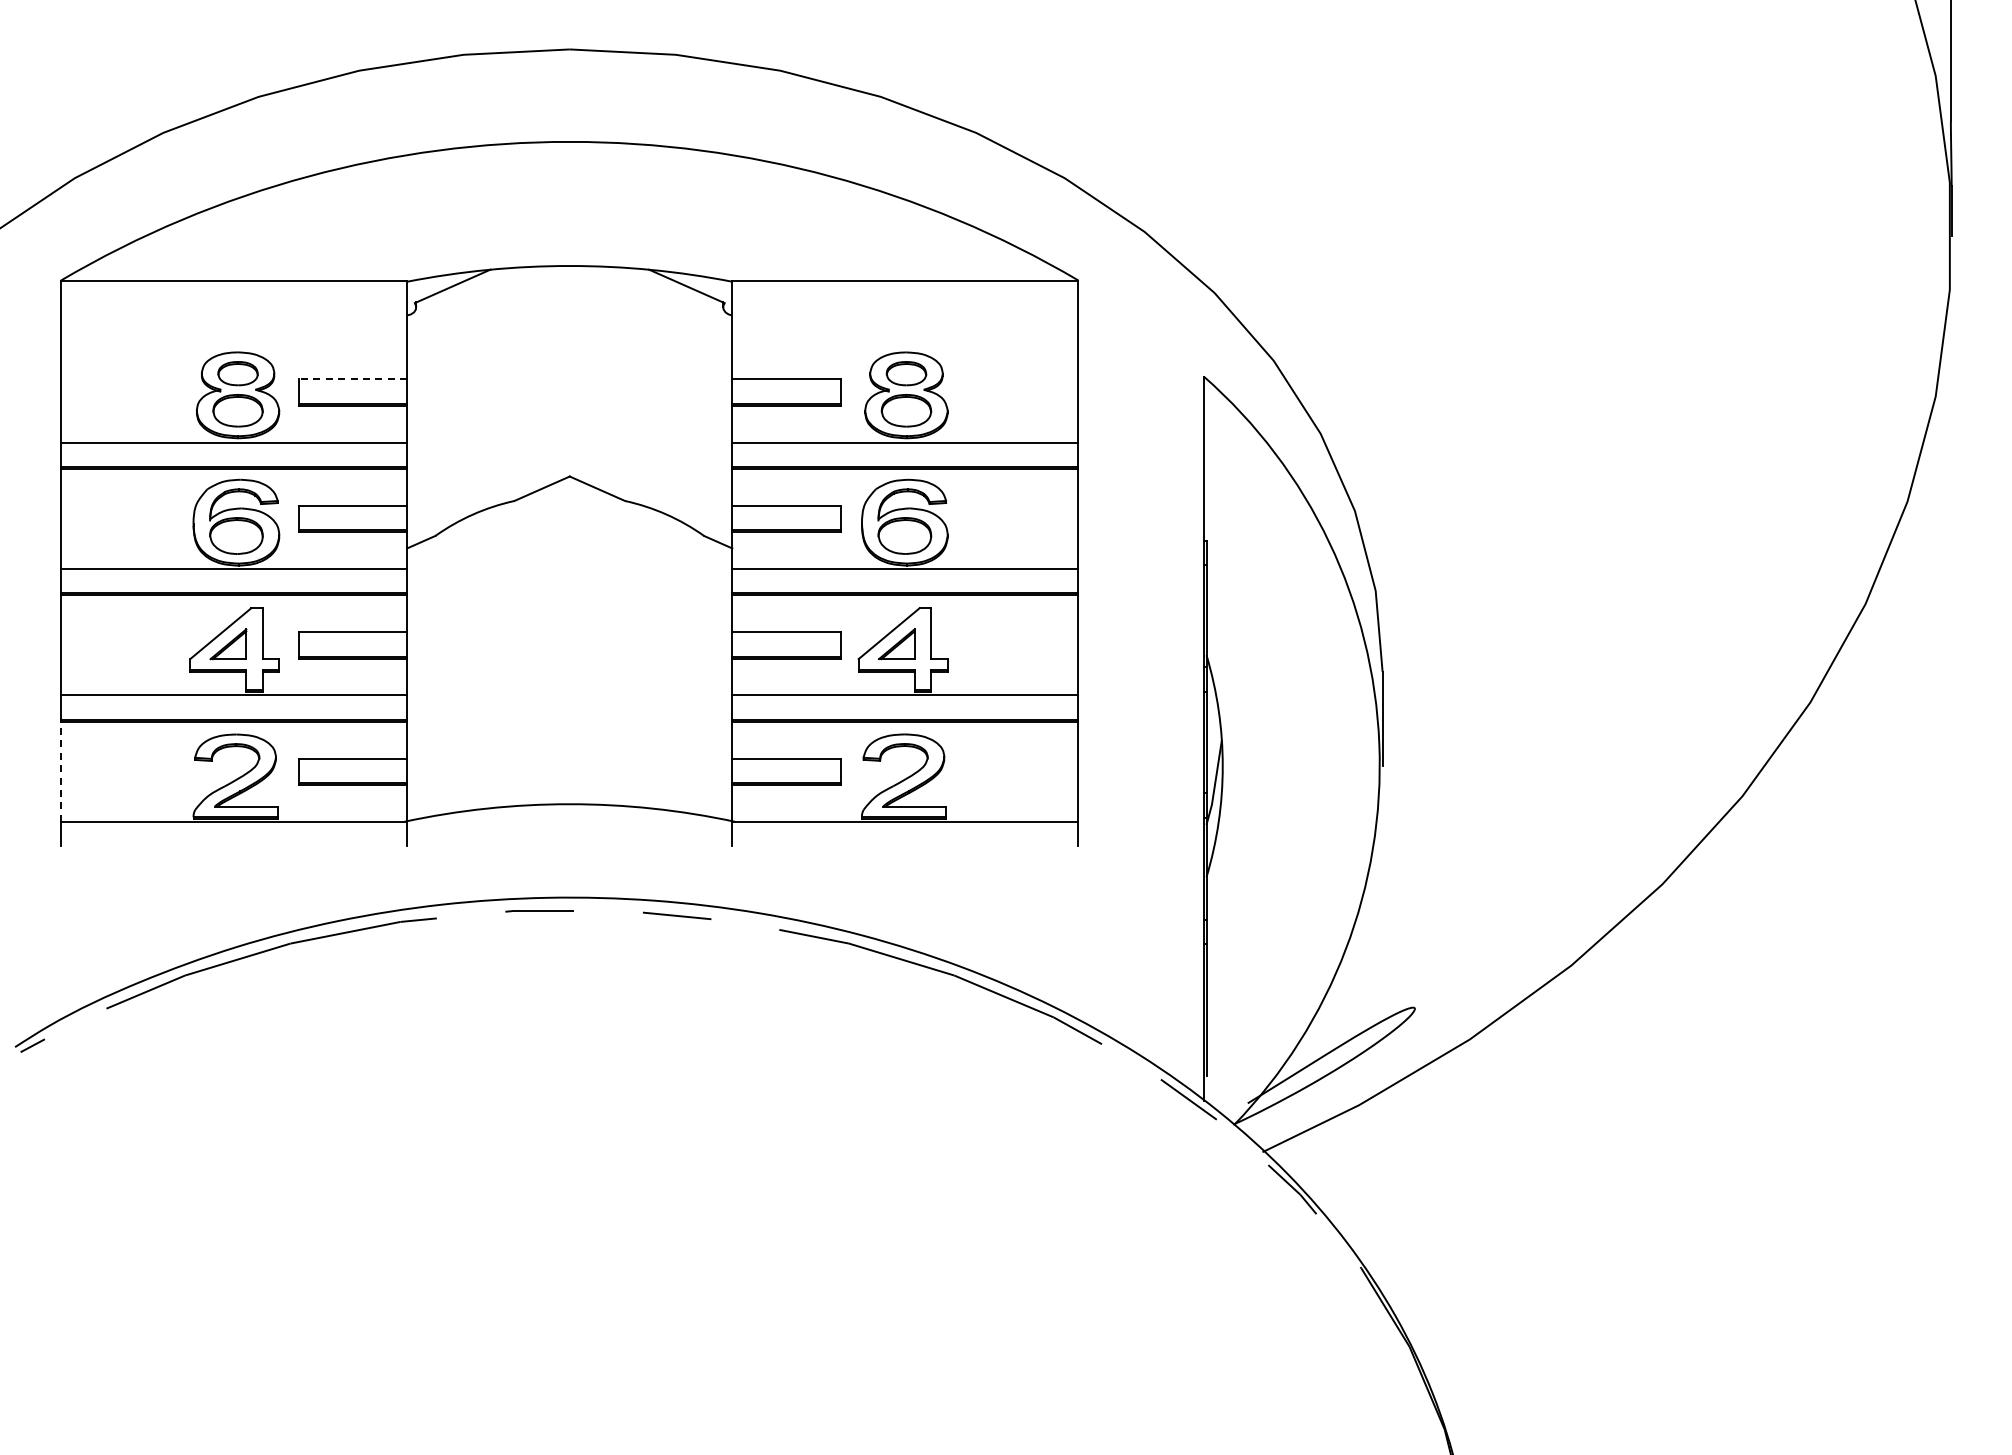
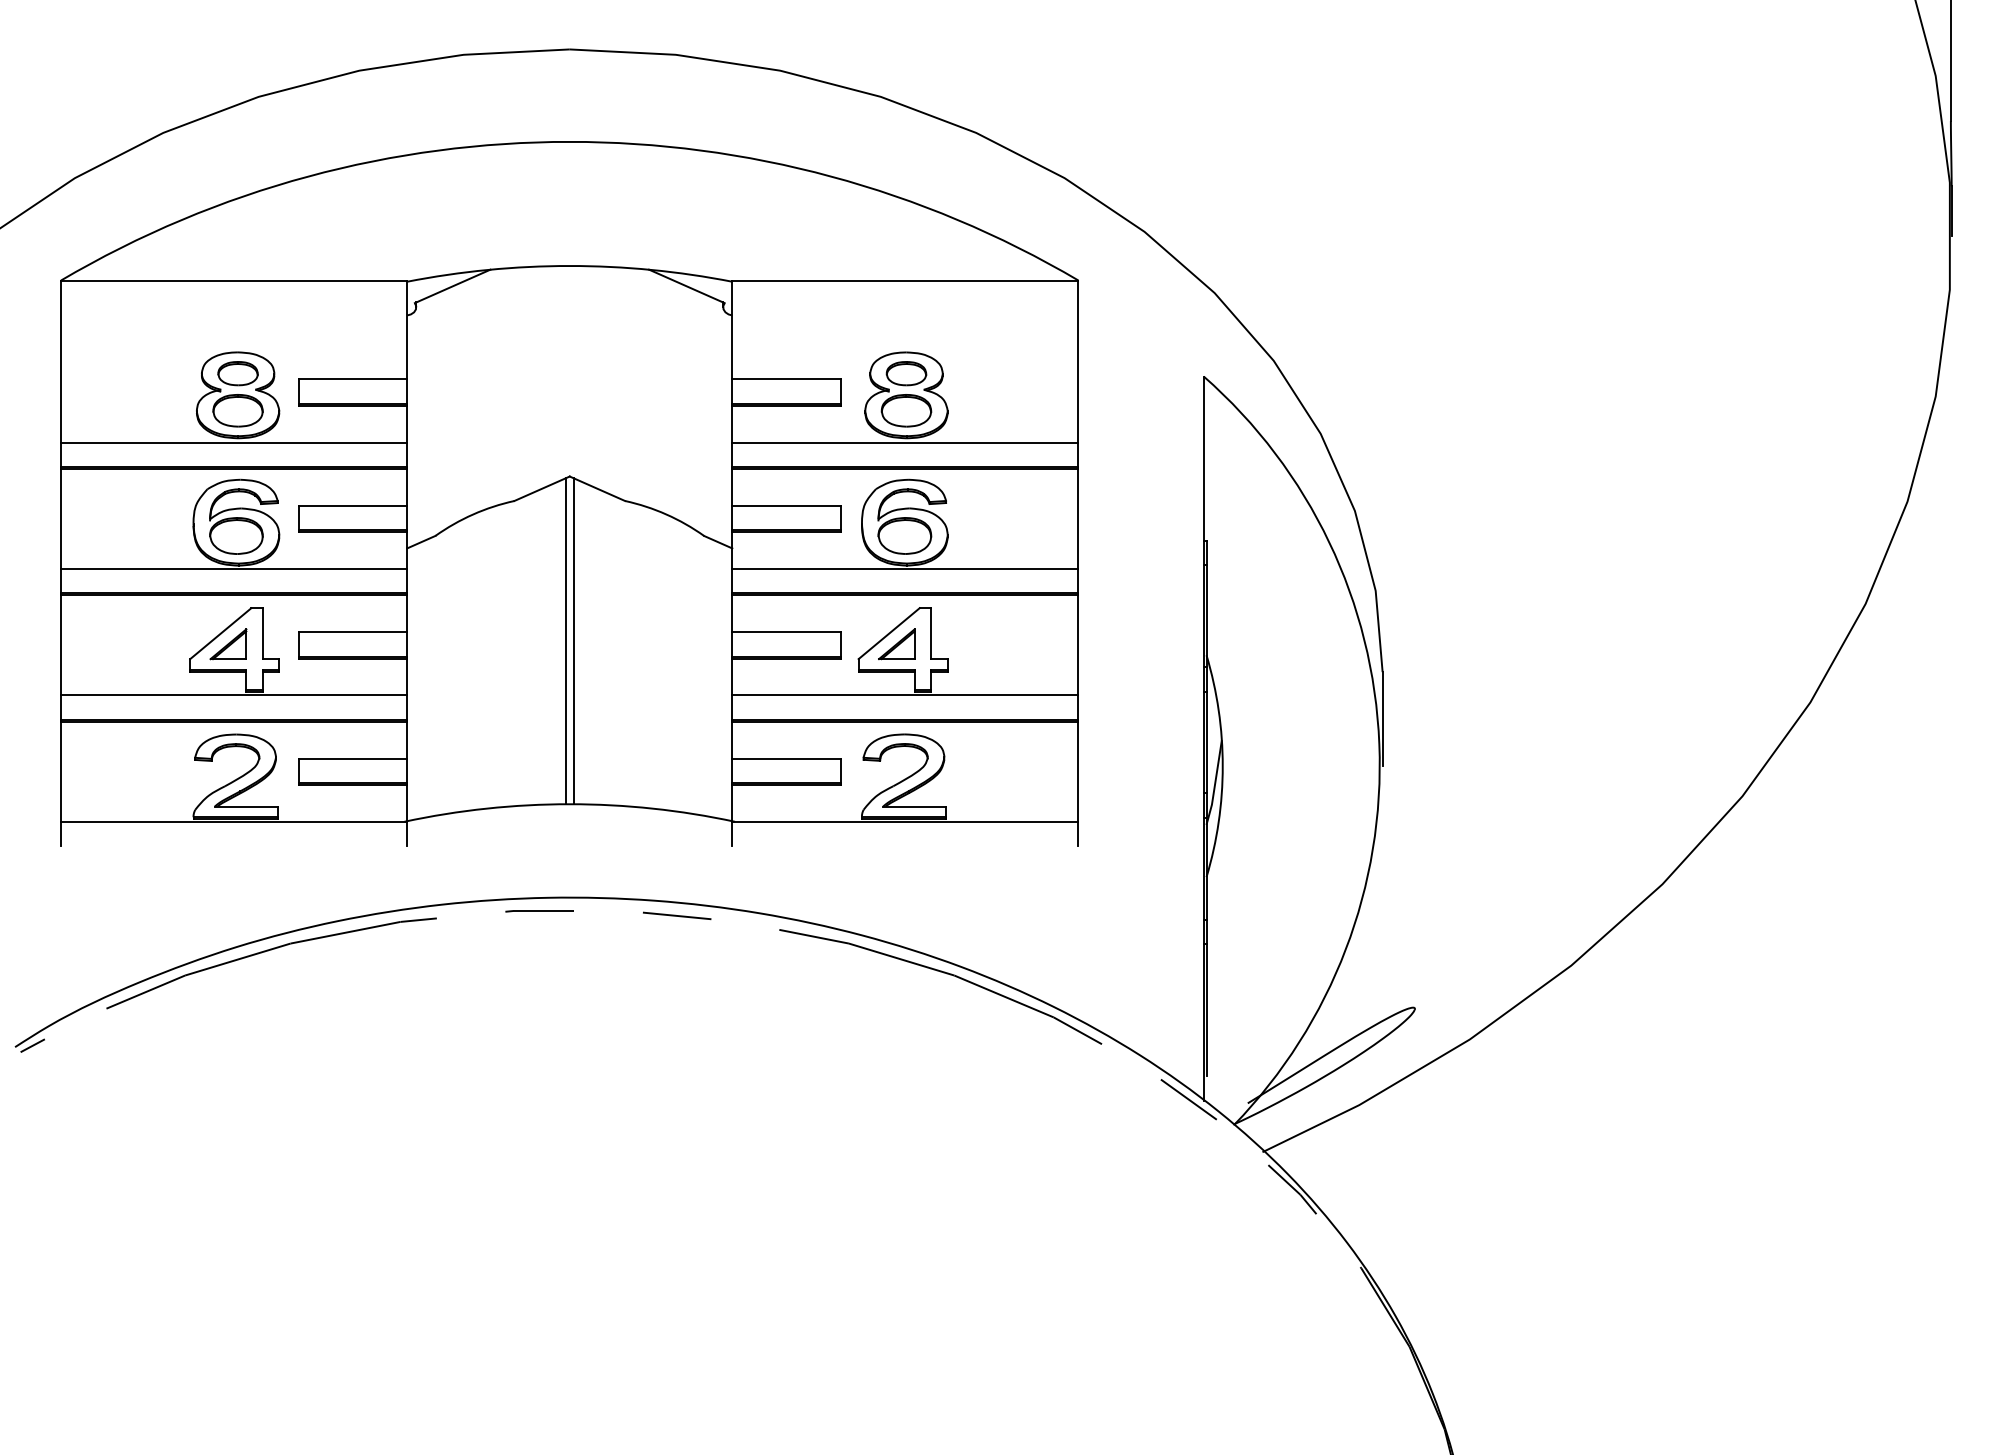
line at (352, 379): dashed -> solid
line at (565, 641): none -> present
line at (573, 641): none -> present
line at (61, 771): dashed -> solid
